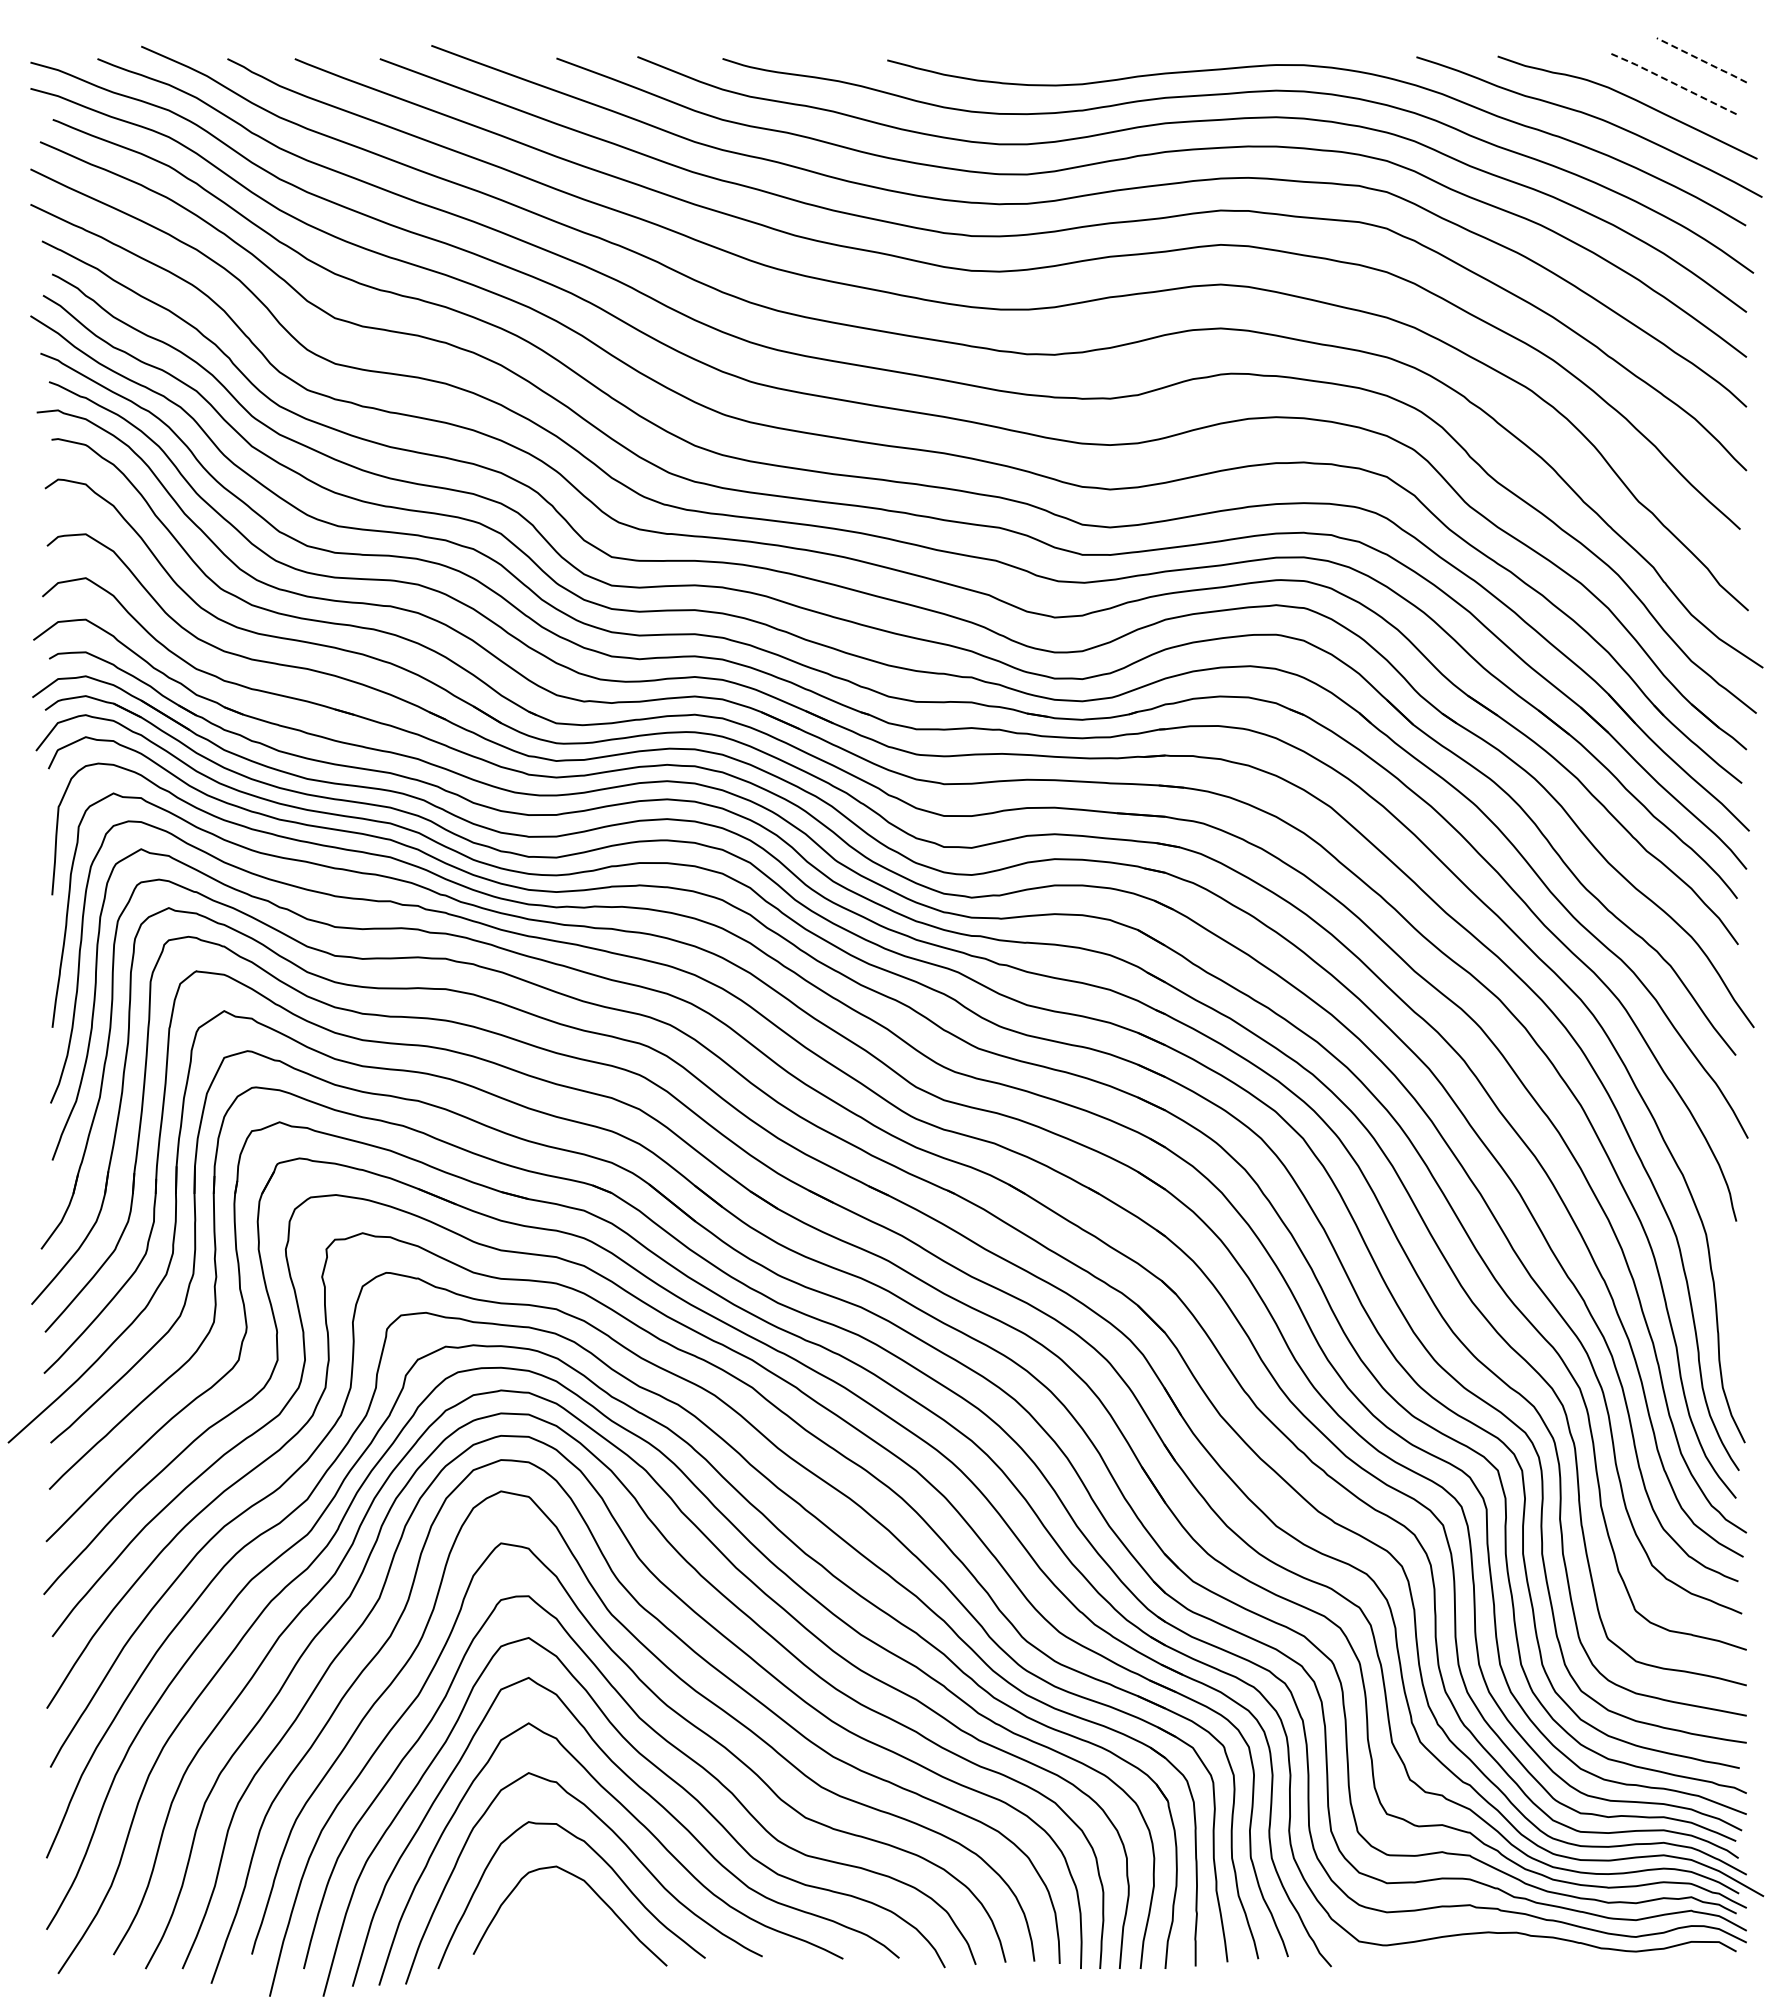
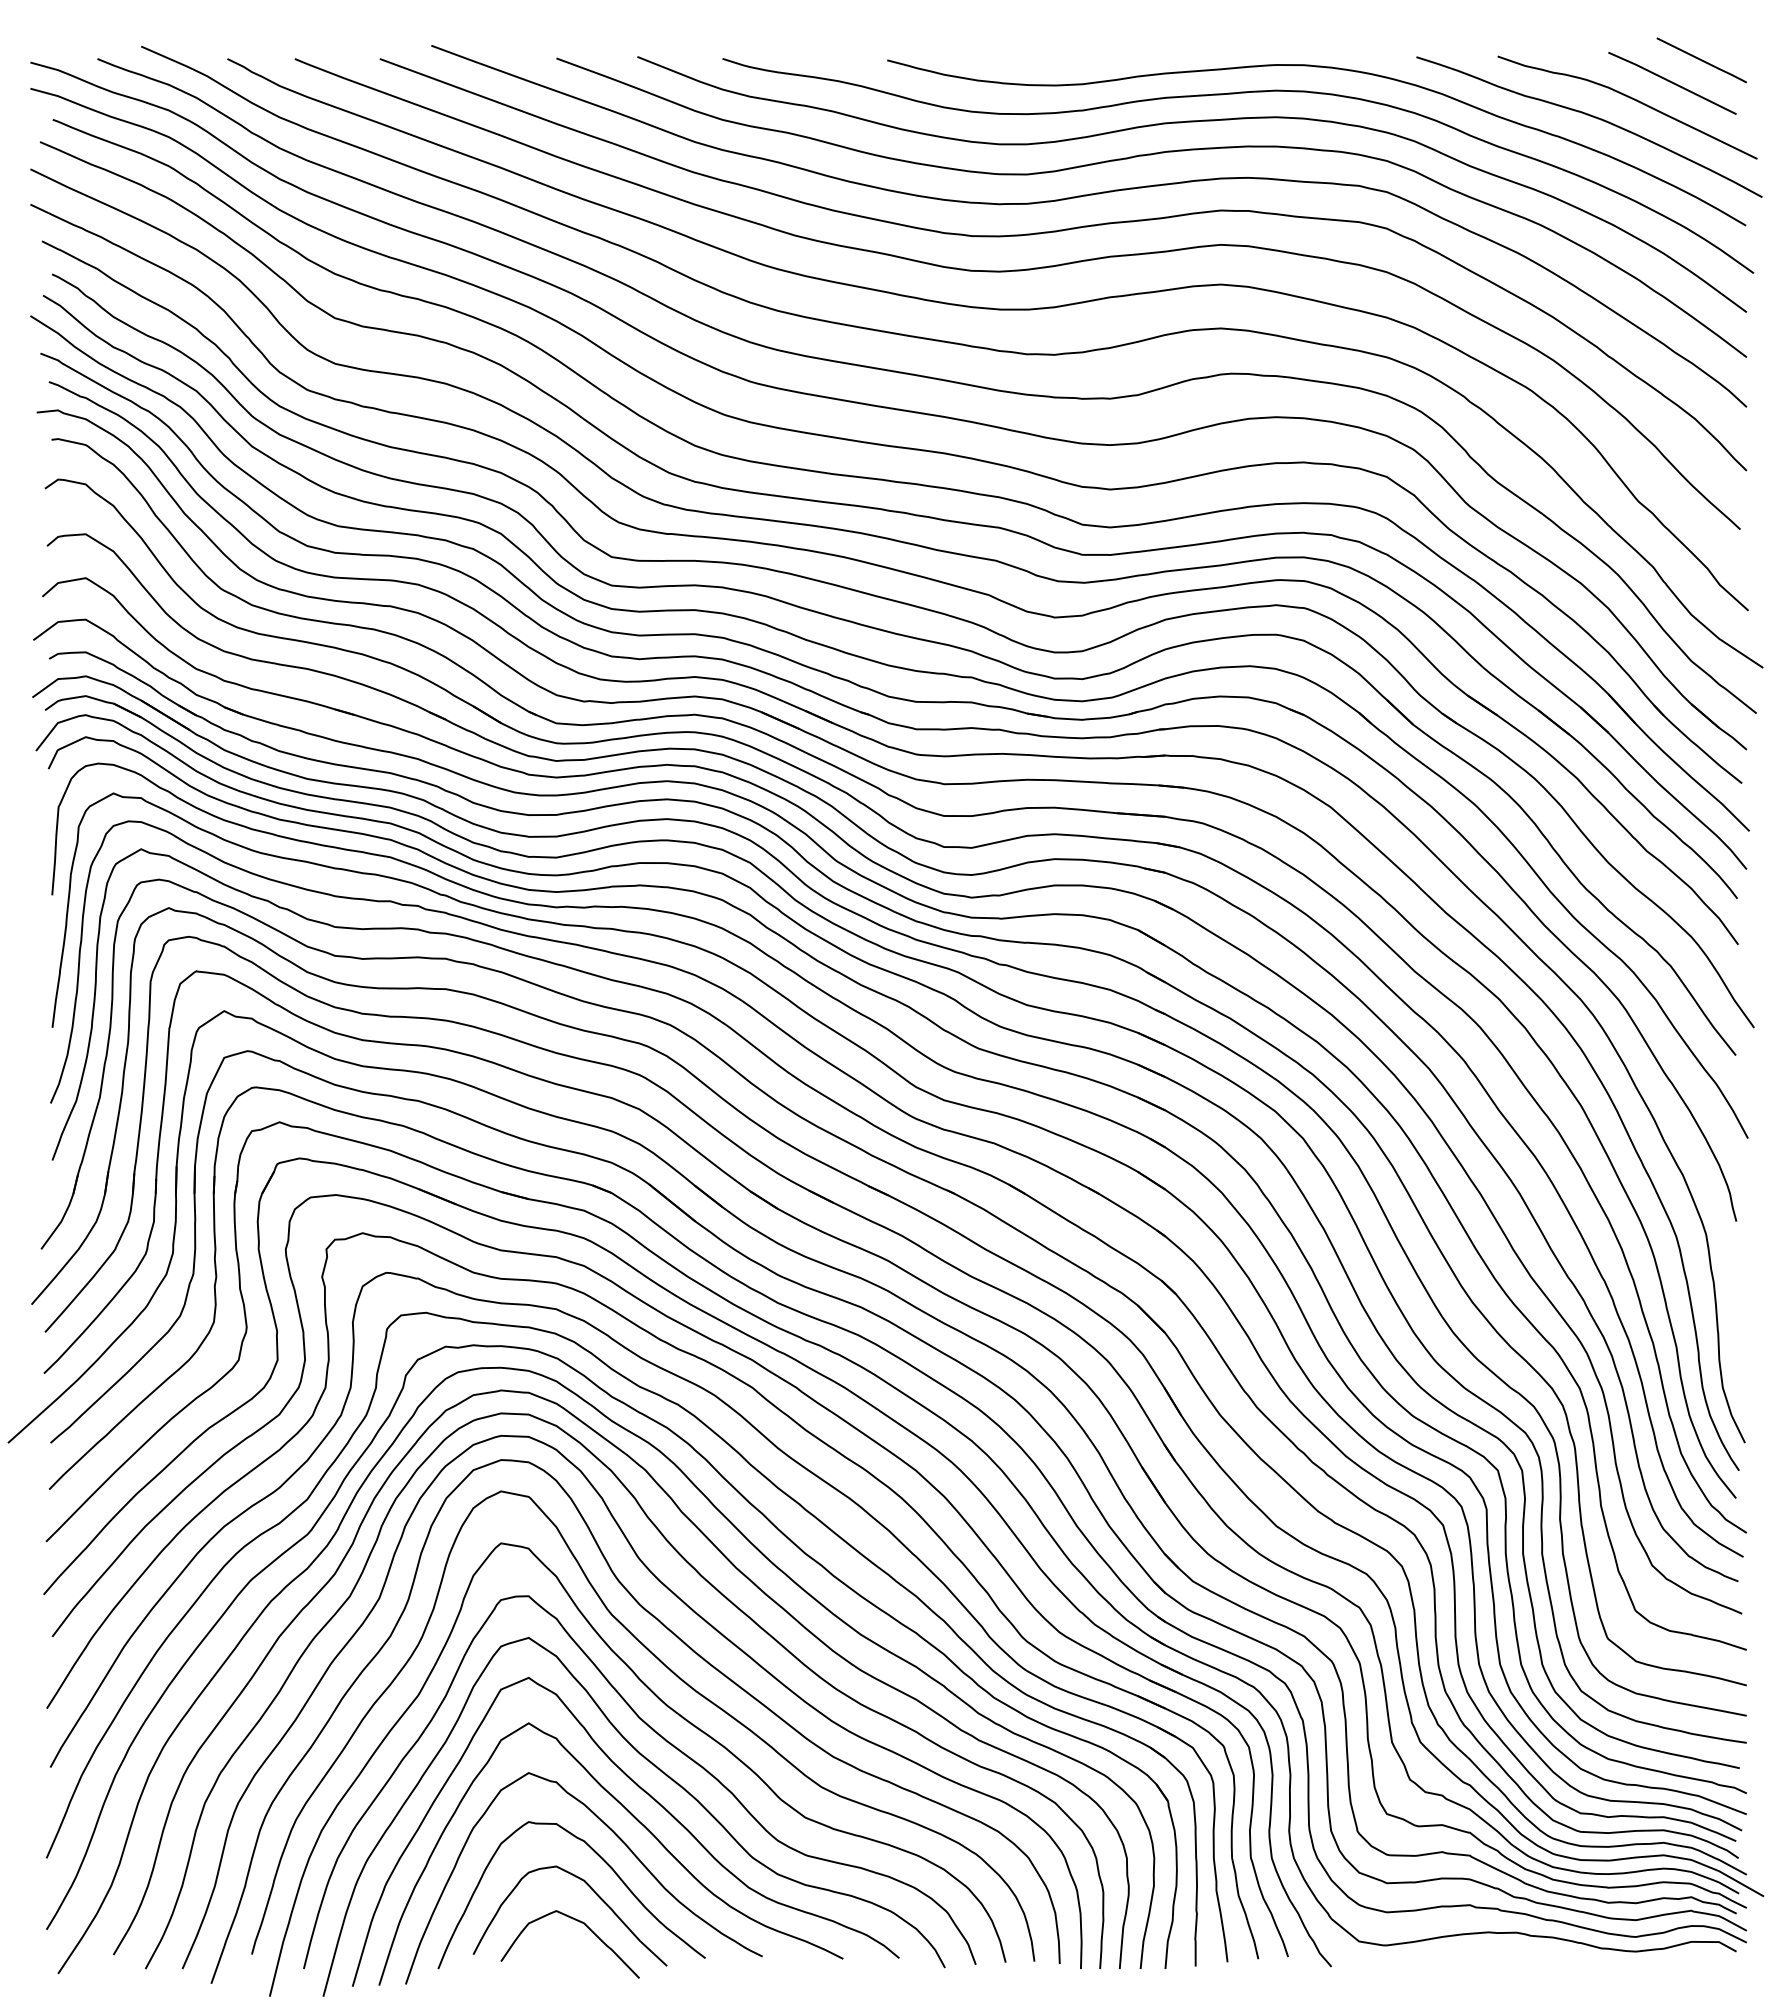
line at (1703, 61): dashed -> solid
line at (1671, 82): dashed -> solid
curve at (586, 1927): none -> present
